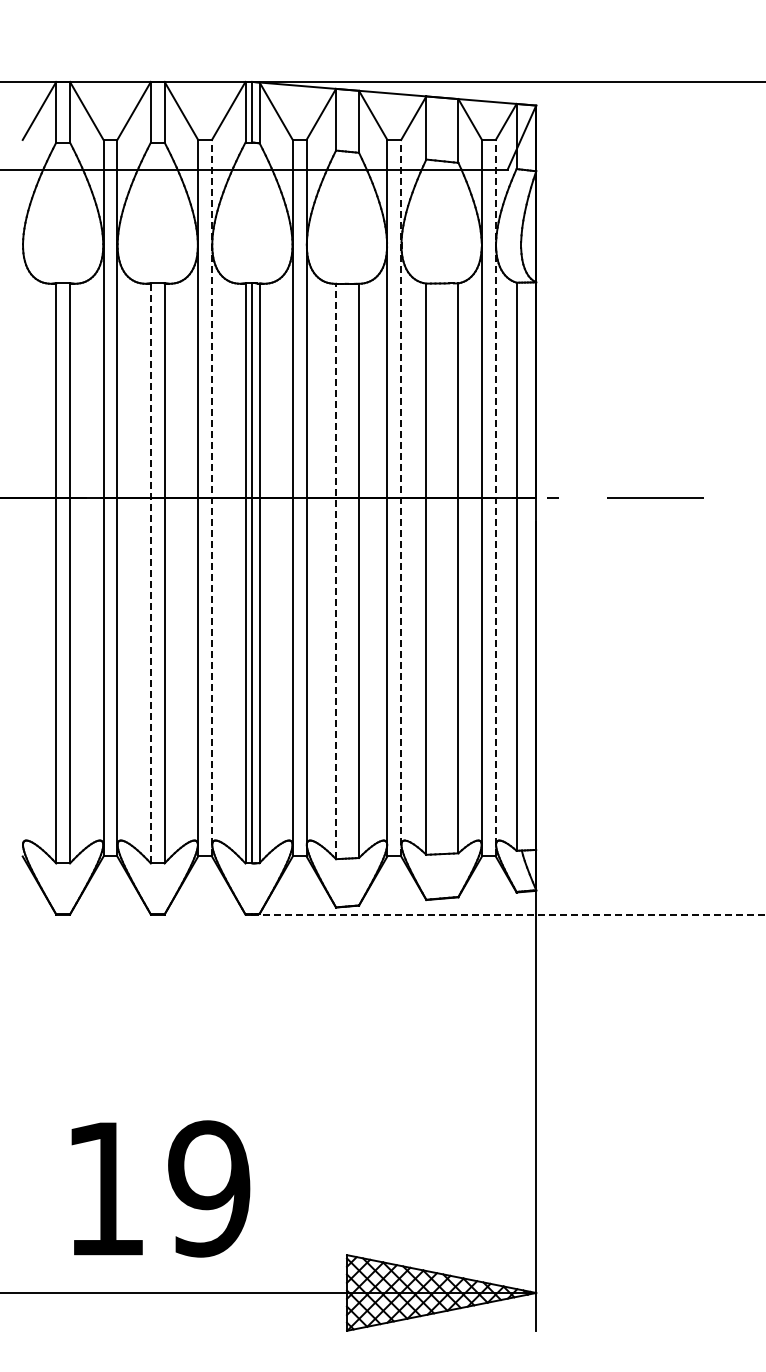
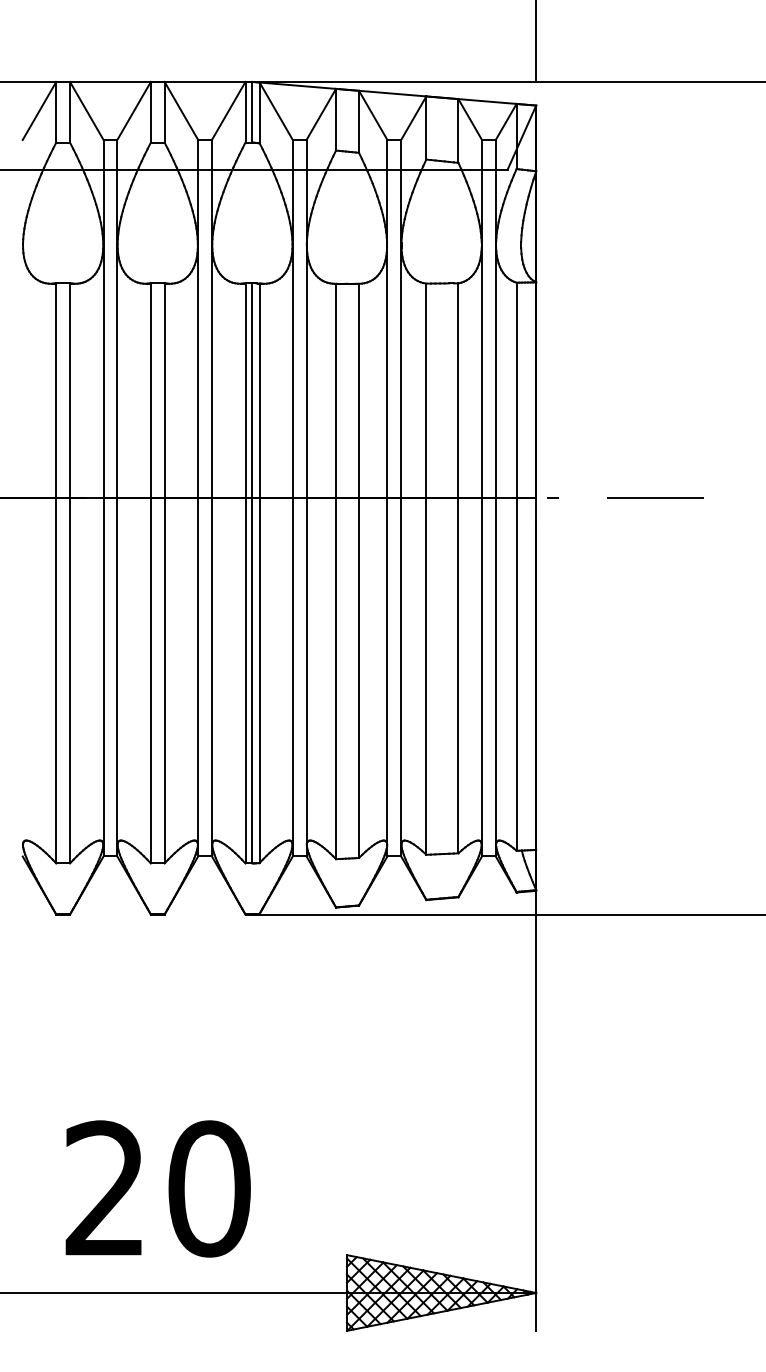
line at (536, 41): none -> present
line at (211, 497): dashed -> solid
line at (401, 497): dashed -> solid
line at (495, 497): dashed -> solid
line at (336, 571): dashed -> solid
line at (150, 573): dashed -> solid
line at (509, 914): dashed -> solid
text at (157, 1188): 19 -> 20
